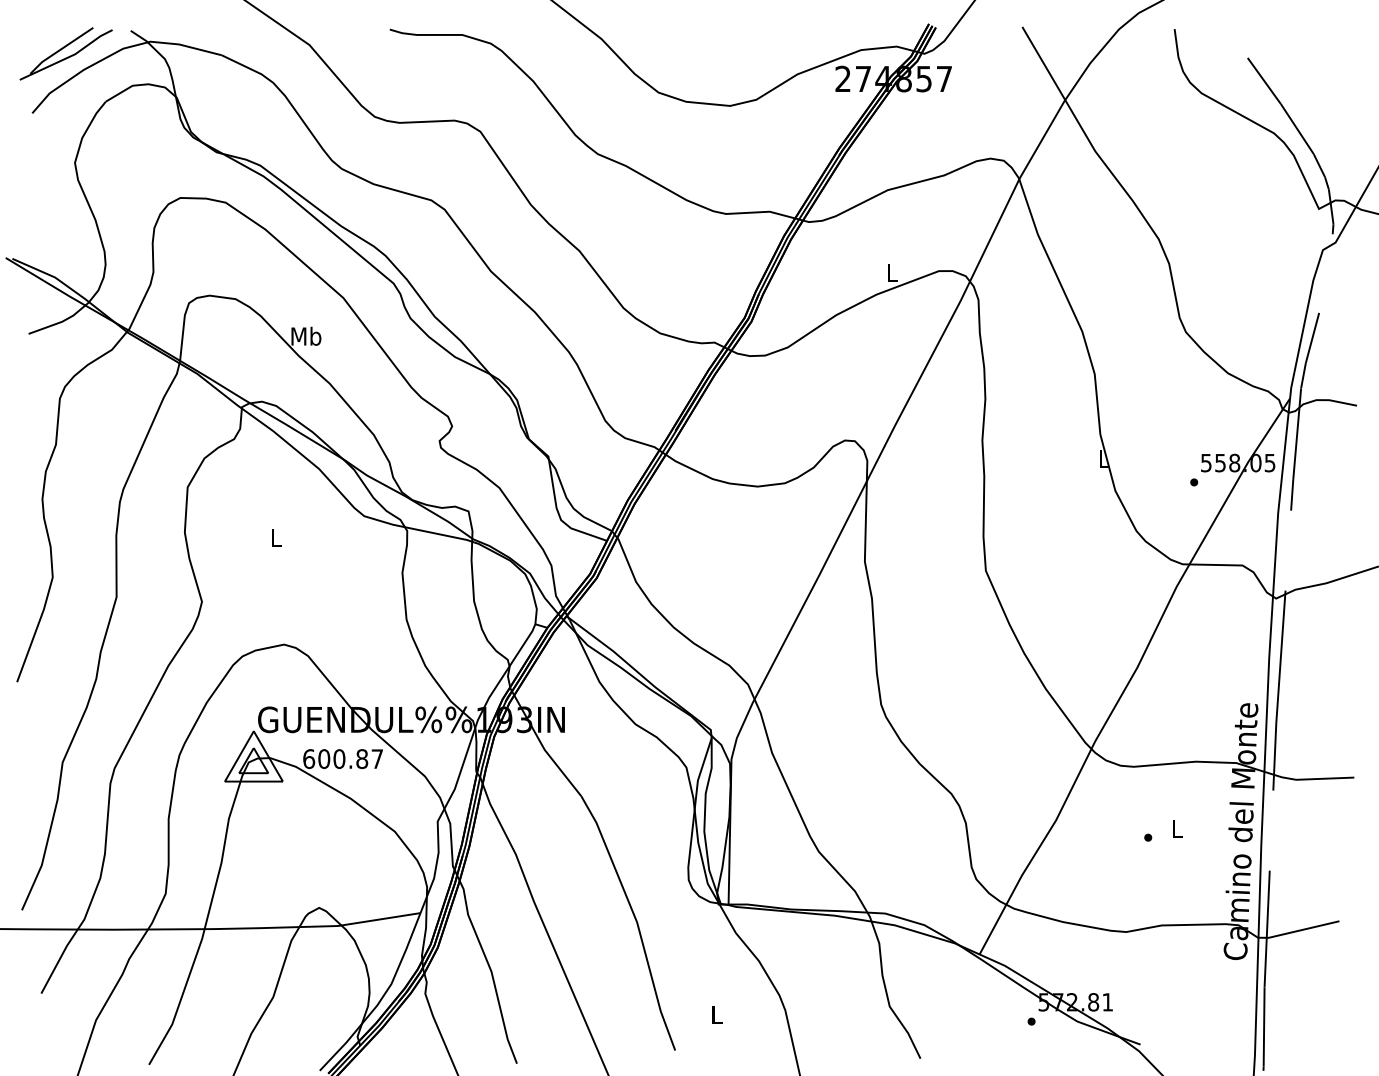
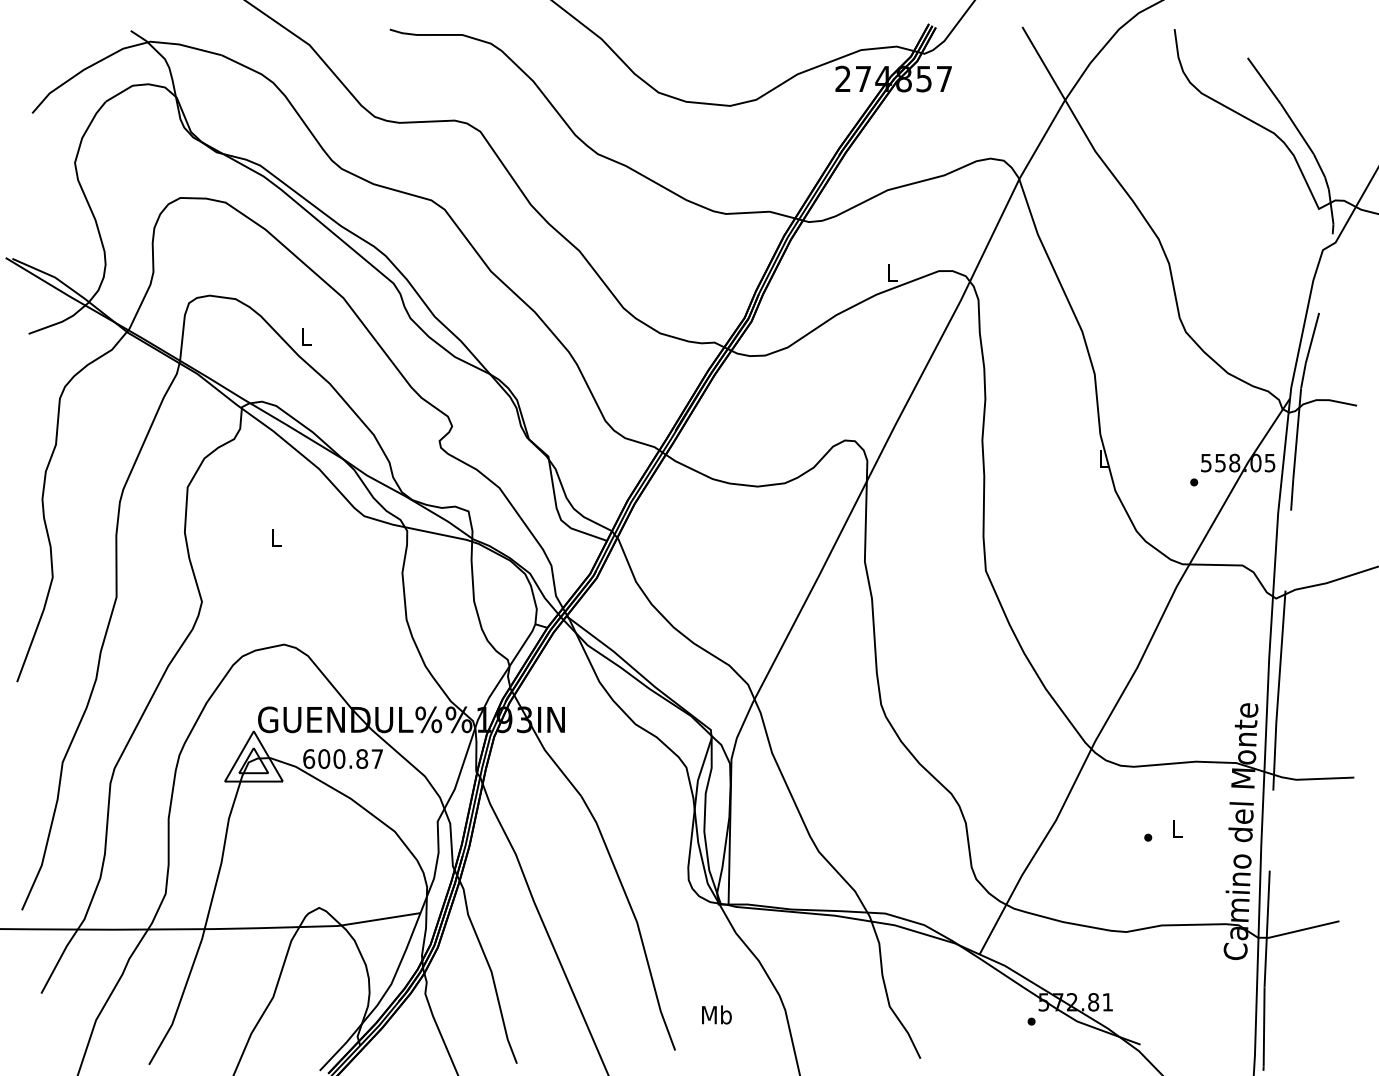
part at (65, 53): present -> none
text at (306, 335): Mb -> L
text at (716, 1014): L -> Mb
